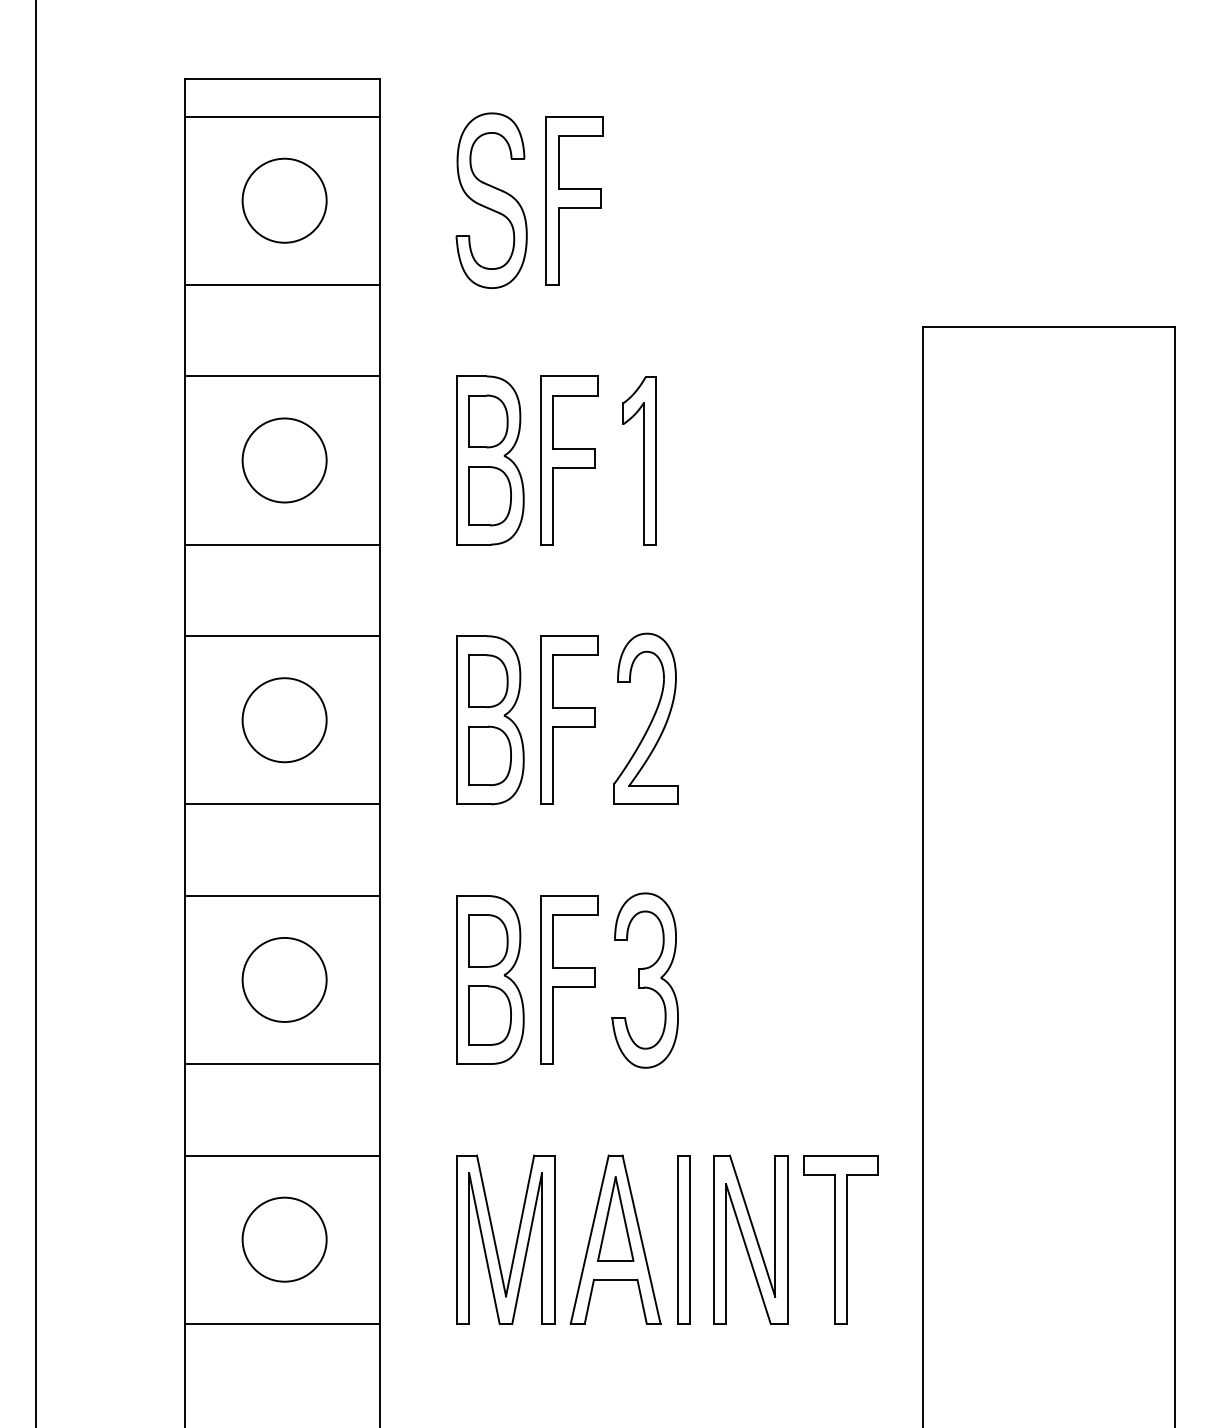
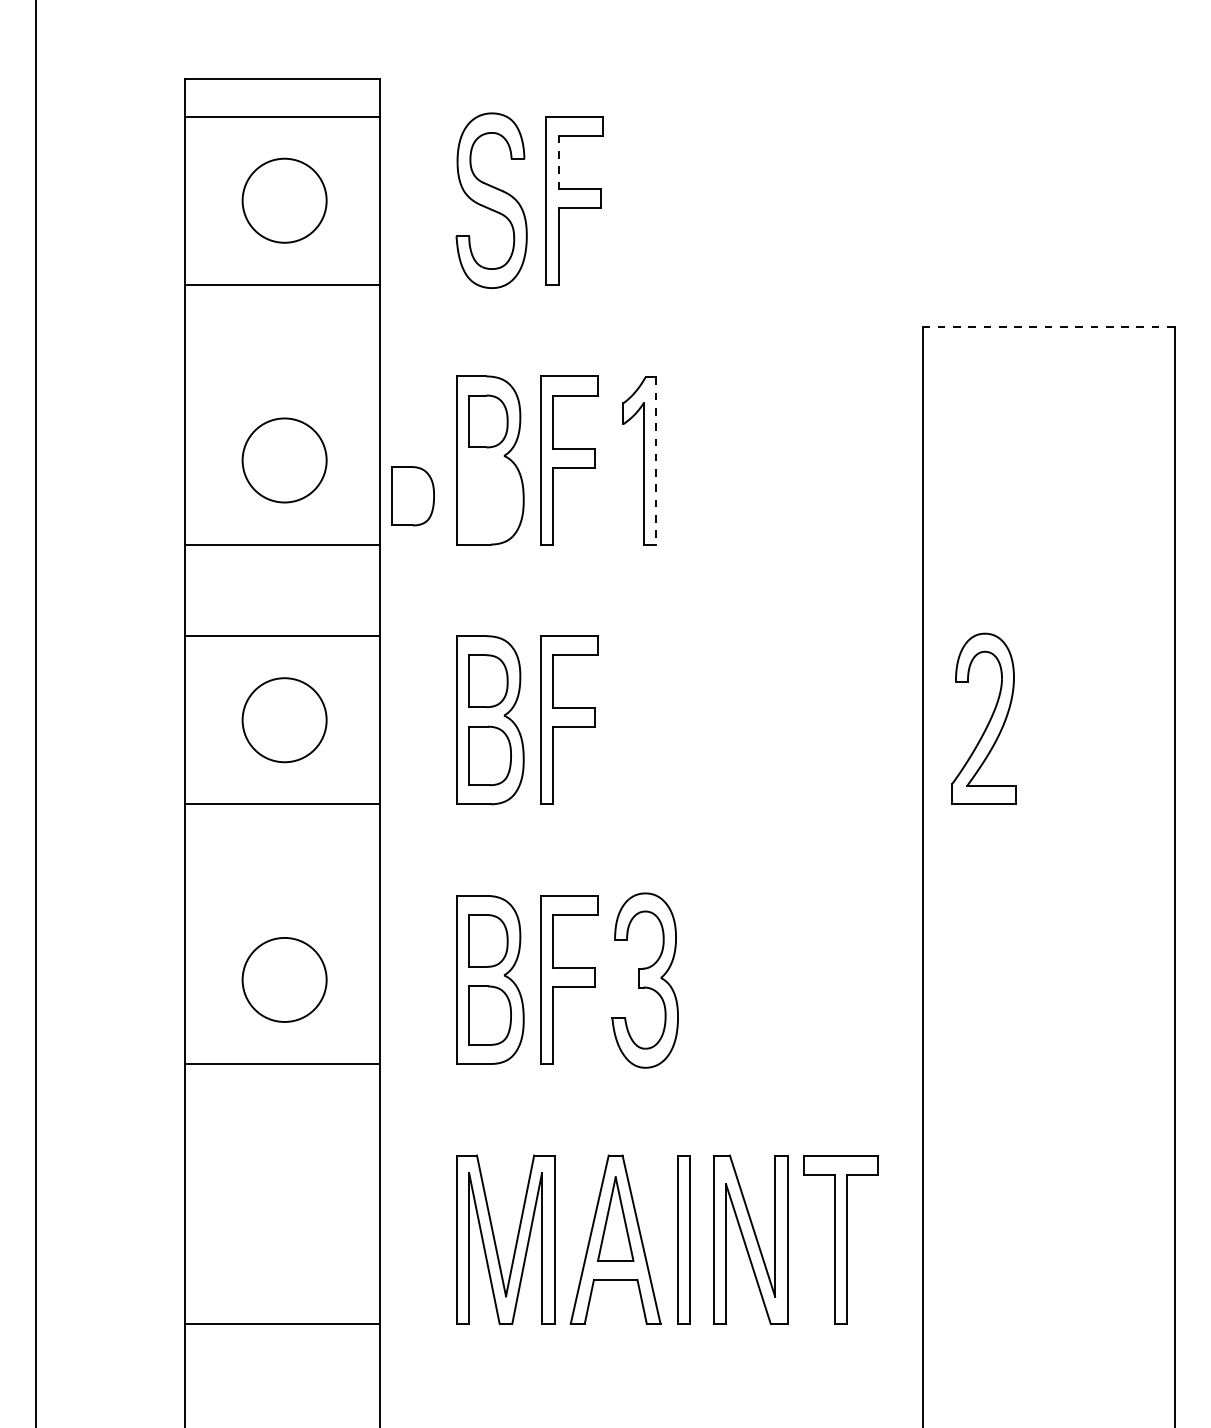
line at (558, 162): solid -> dashed
line at (1049, 326): solid -> dashed
line at (282, 376): present -> none
line at (656, 460): solid -> dashed
part at (489, 496) position: (489, 496) -> (412, 496)
part at (645, 718) position: (645, 718) -> (983, 718)
line at (282, 895): present -> none
line at (282, 1155): present -> none
circle at (284, 1239): present -> none
